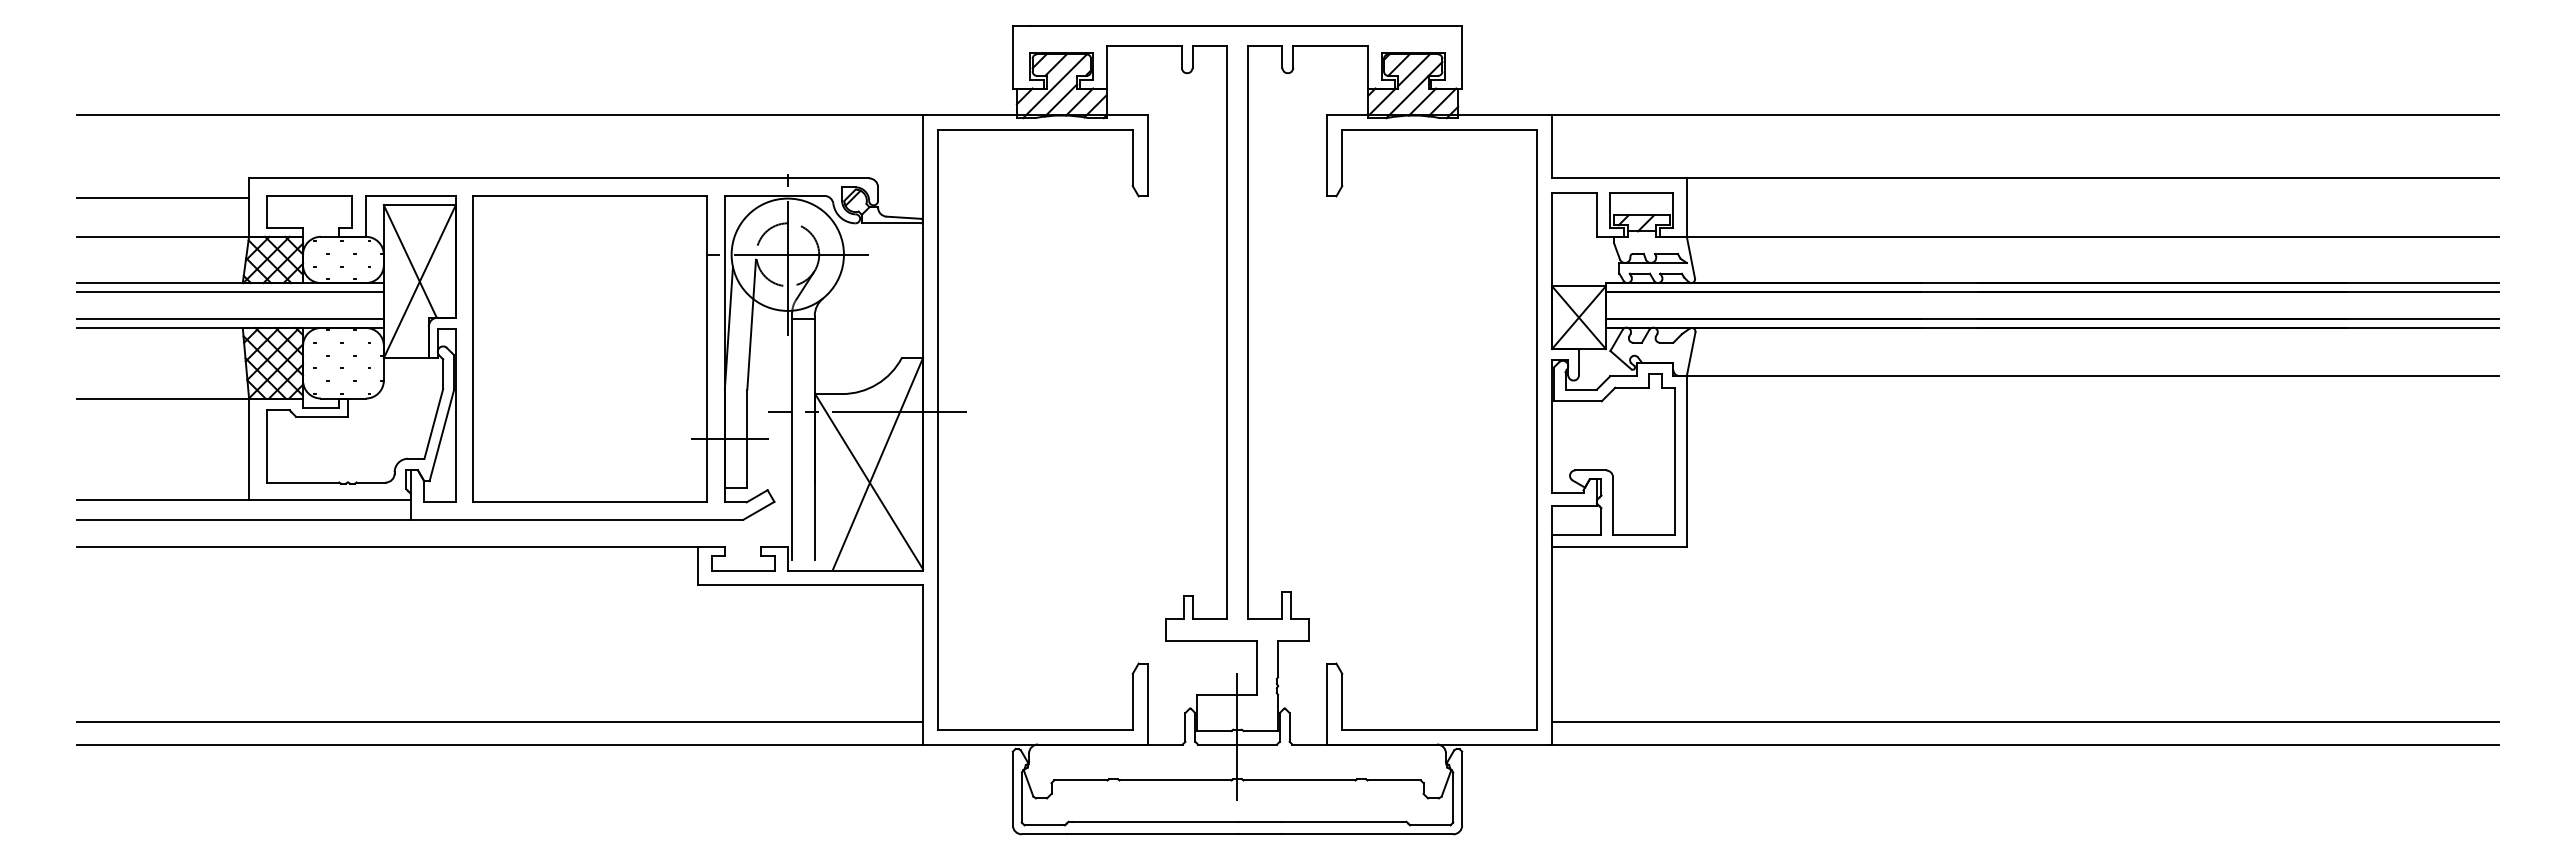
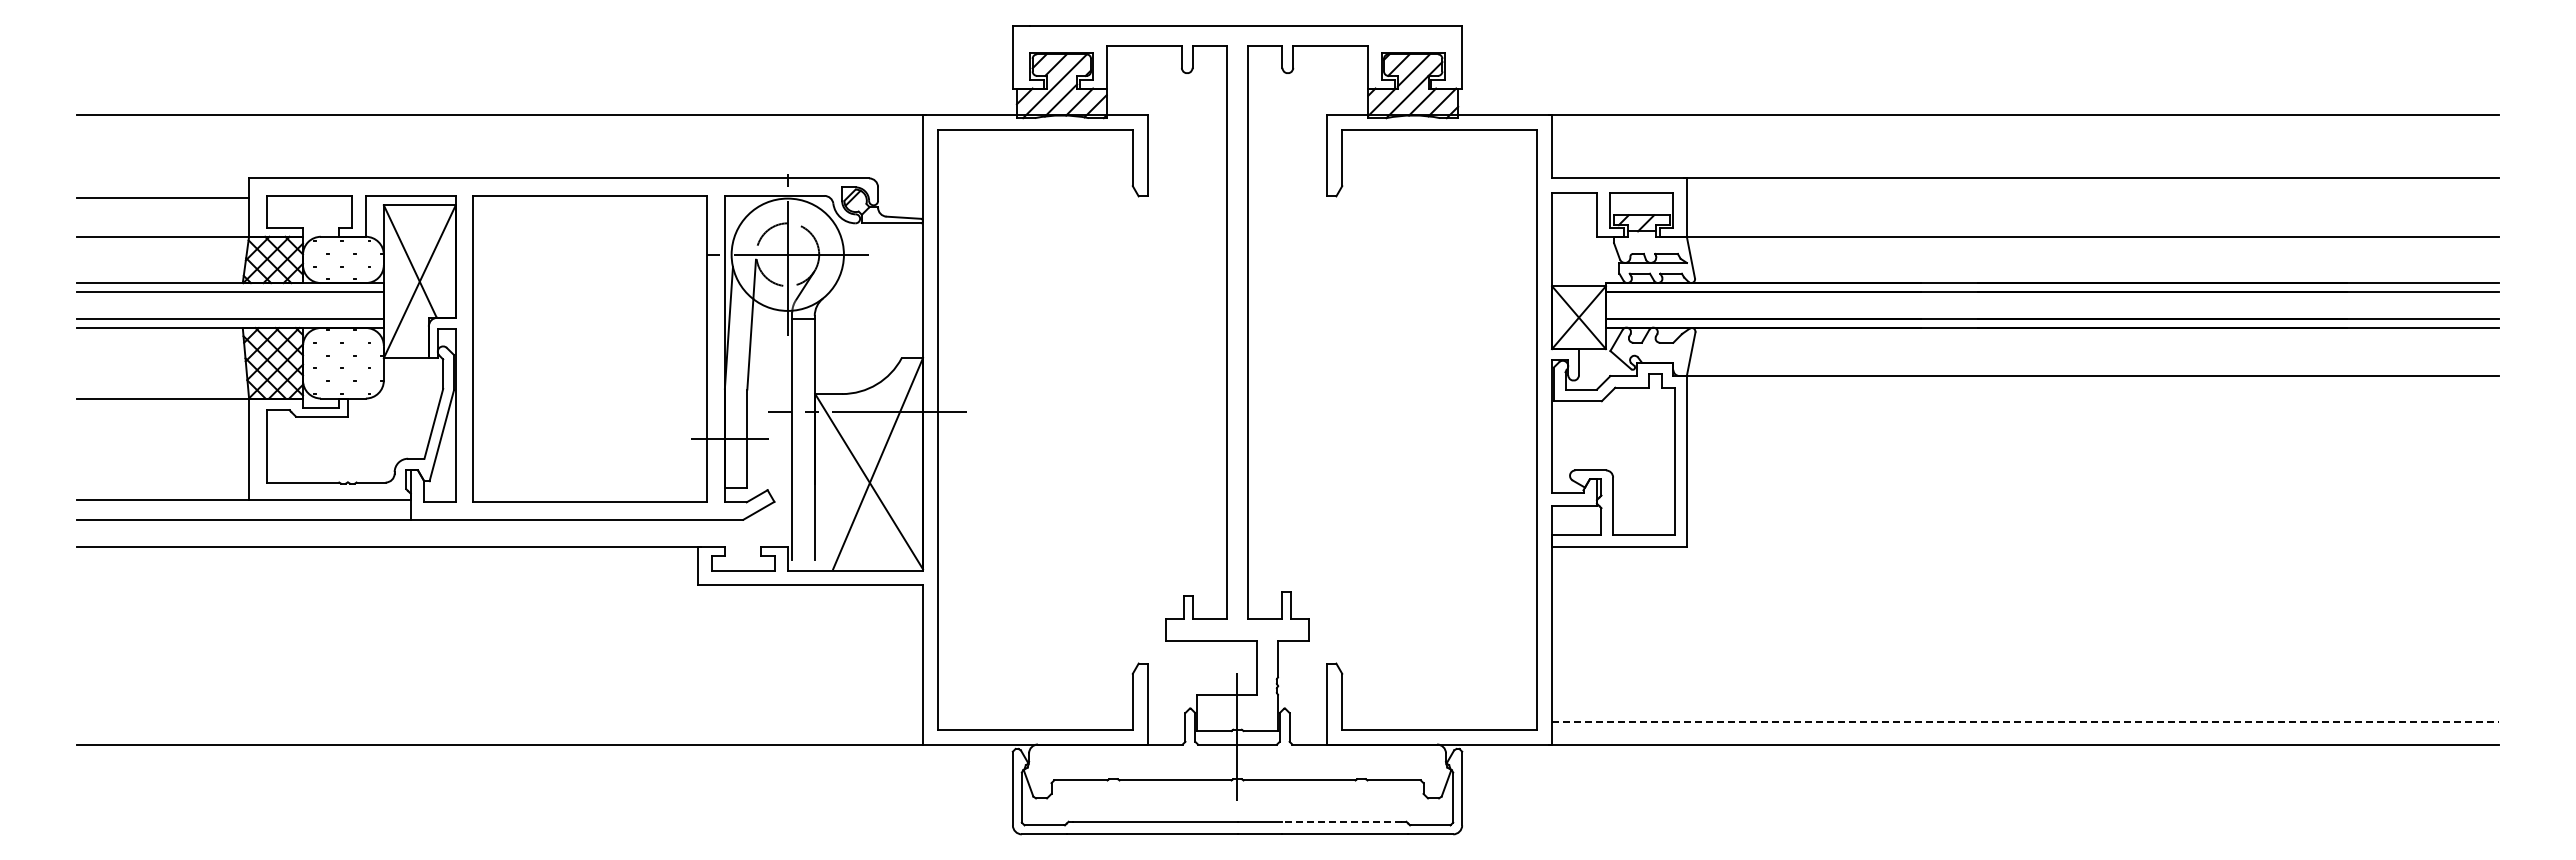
line at (500, 722): present -> none
line at (2025, 722): solid -> dashed
line at (1342, 821): solid -> dashed
